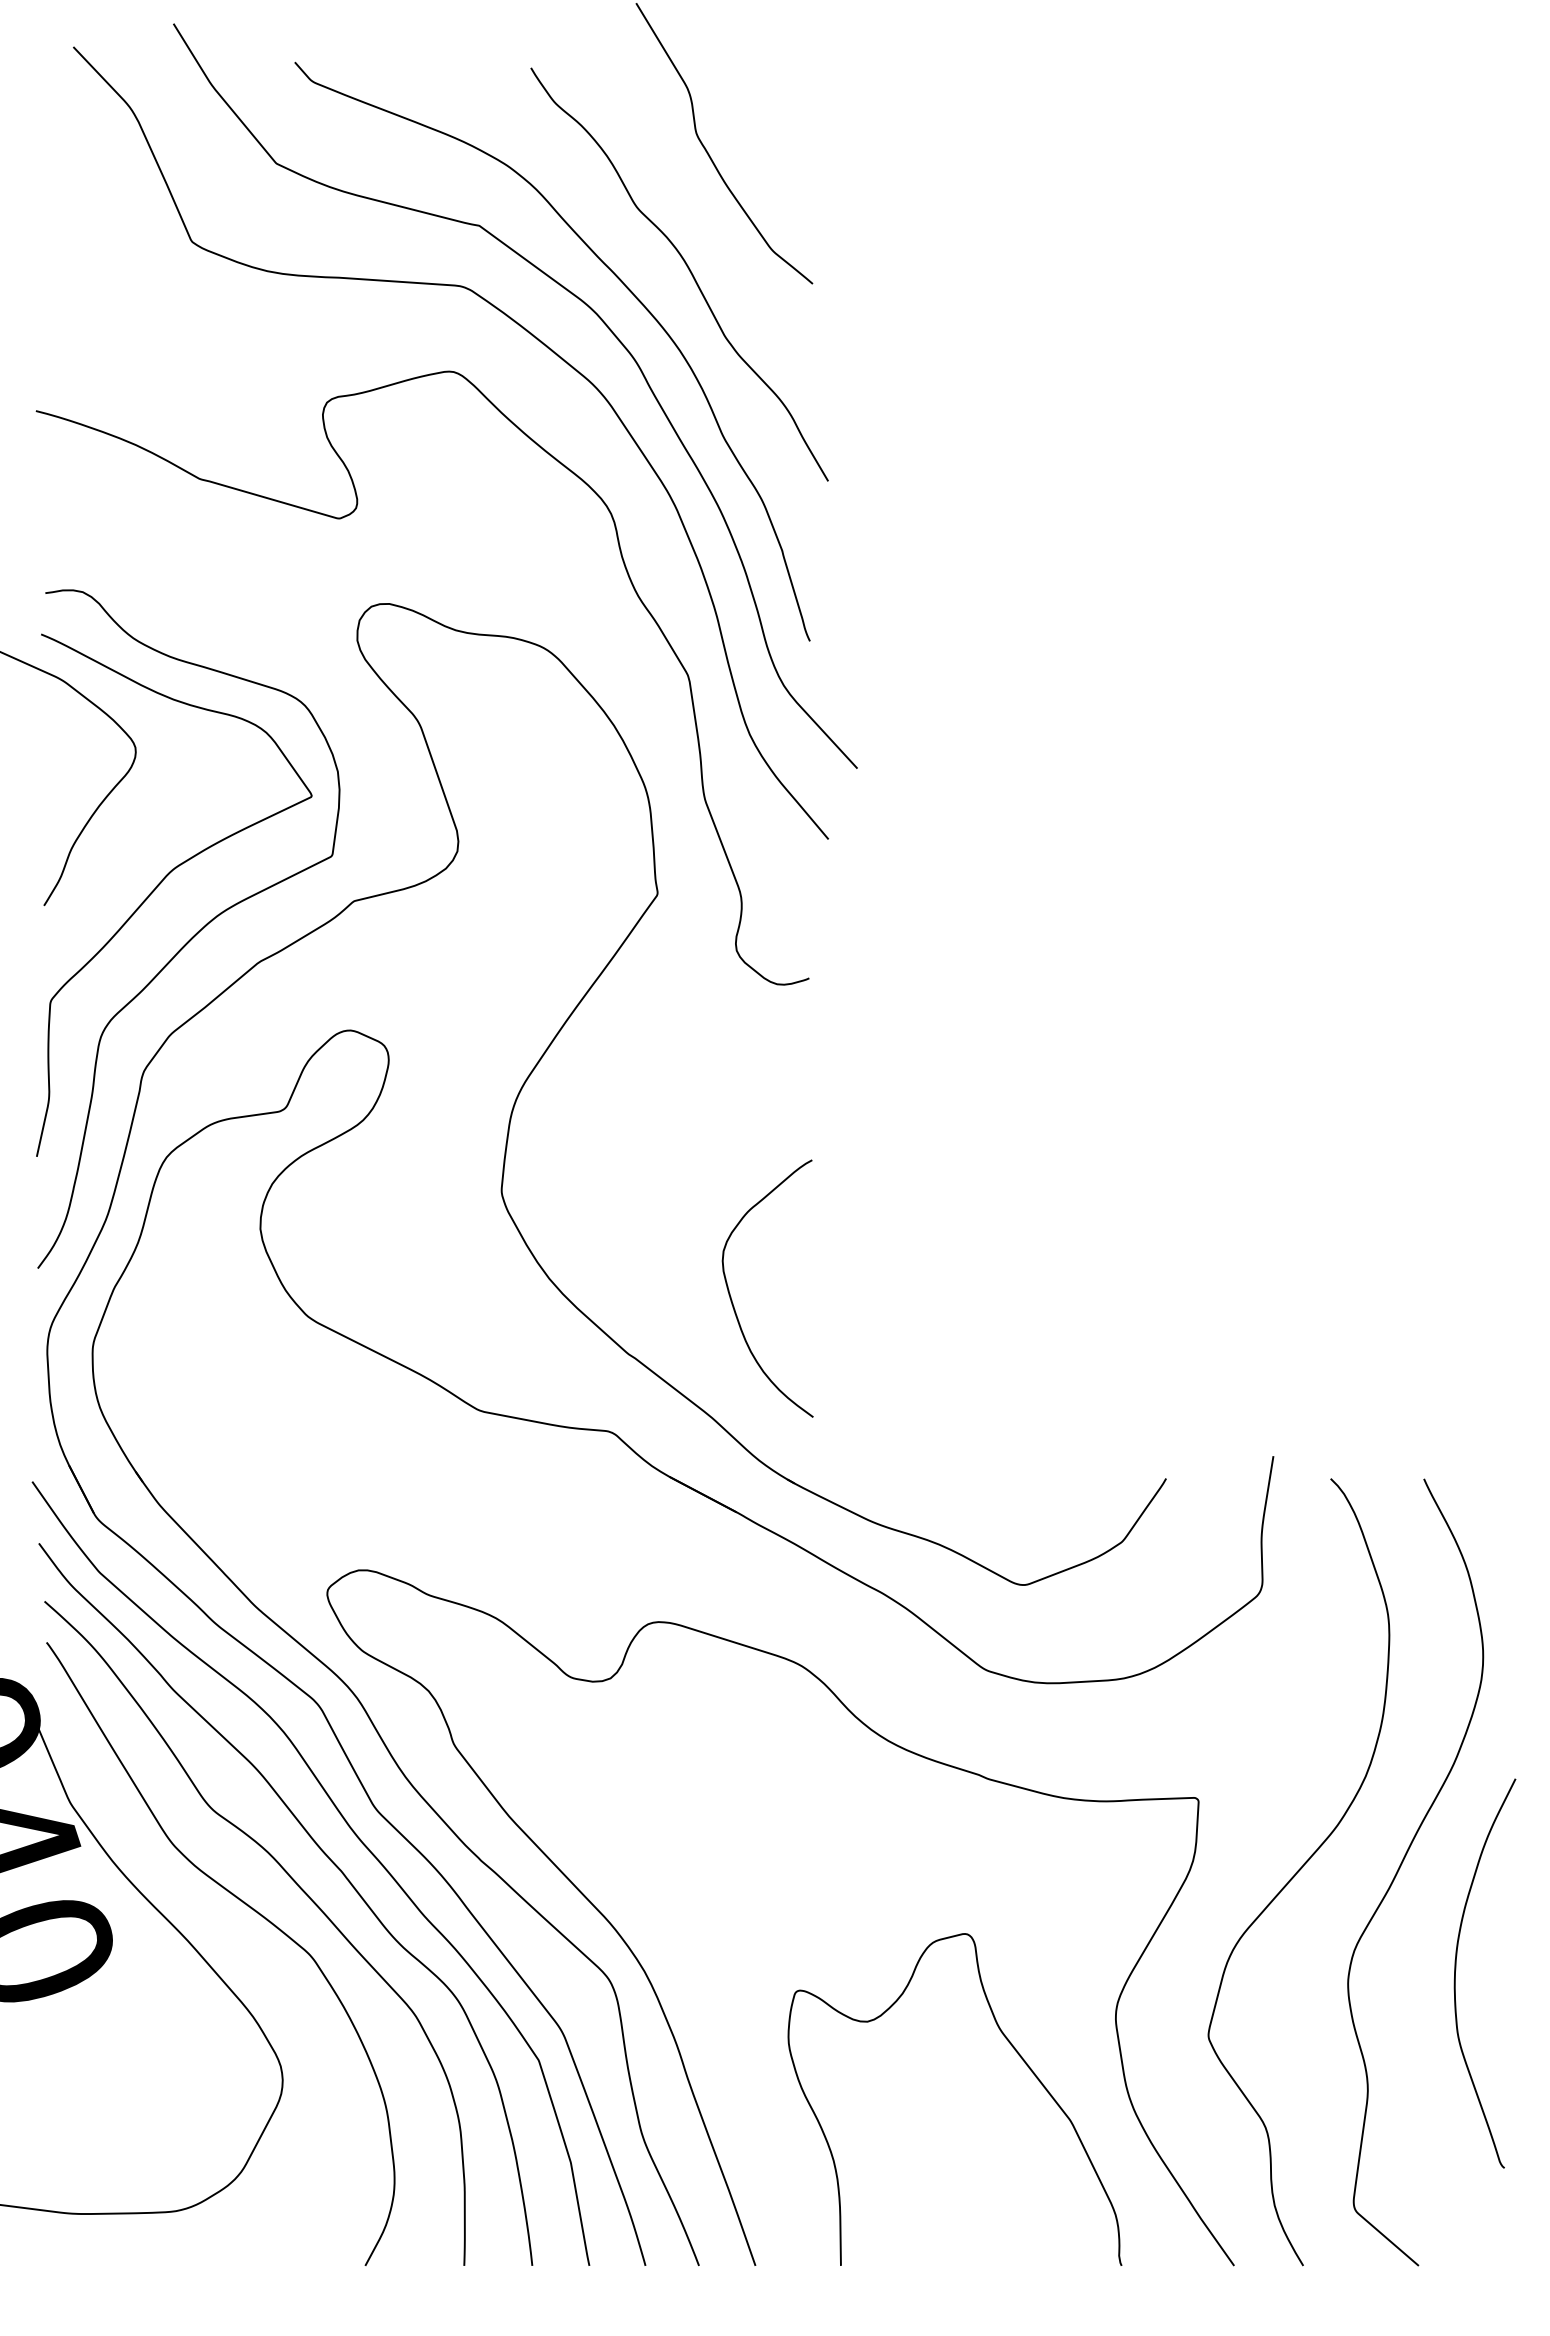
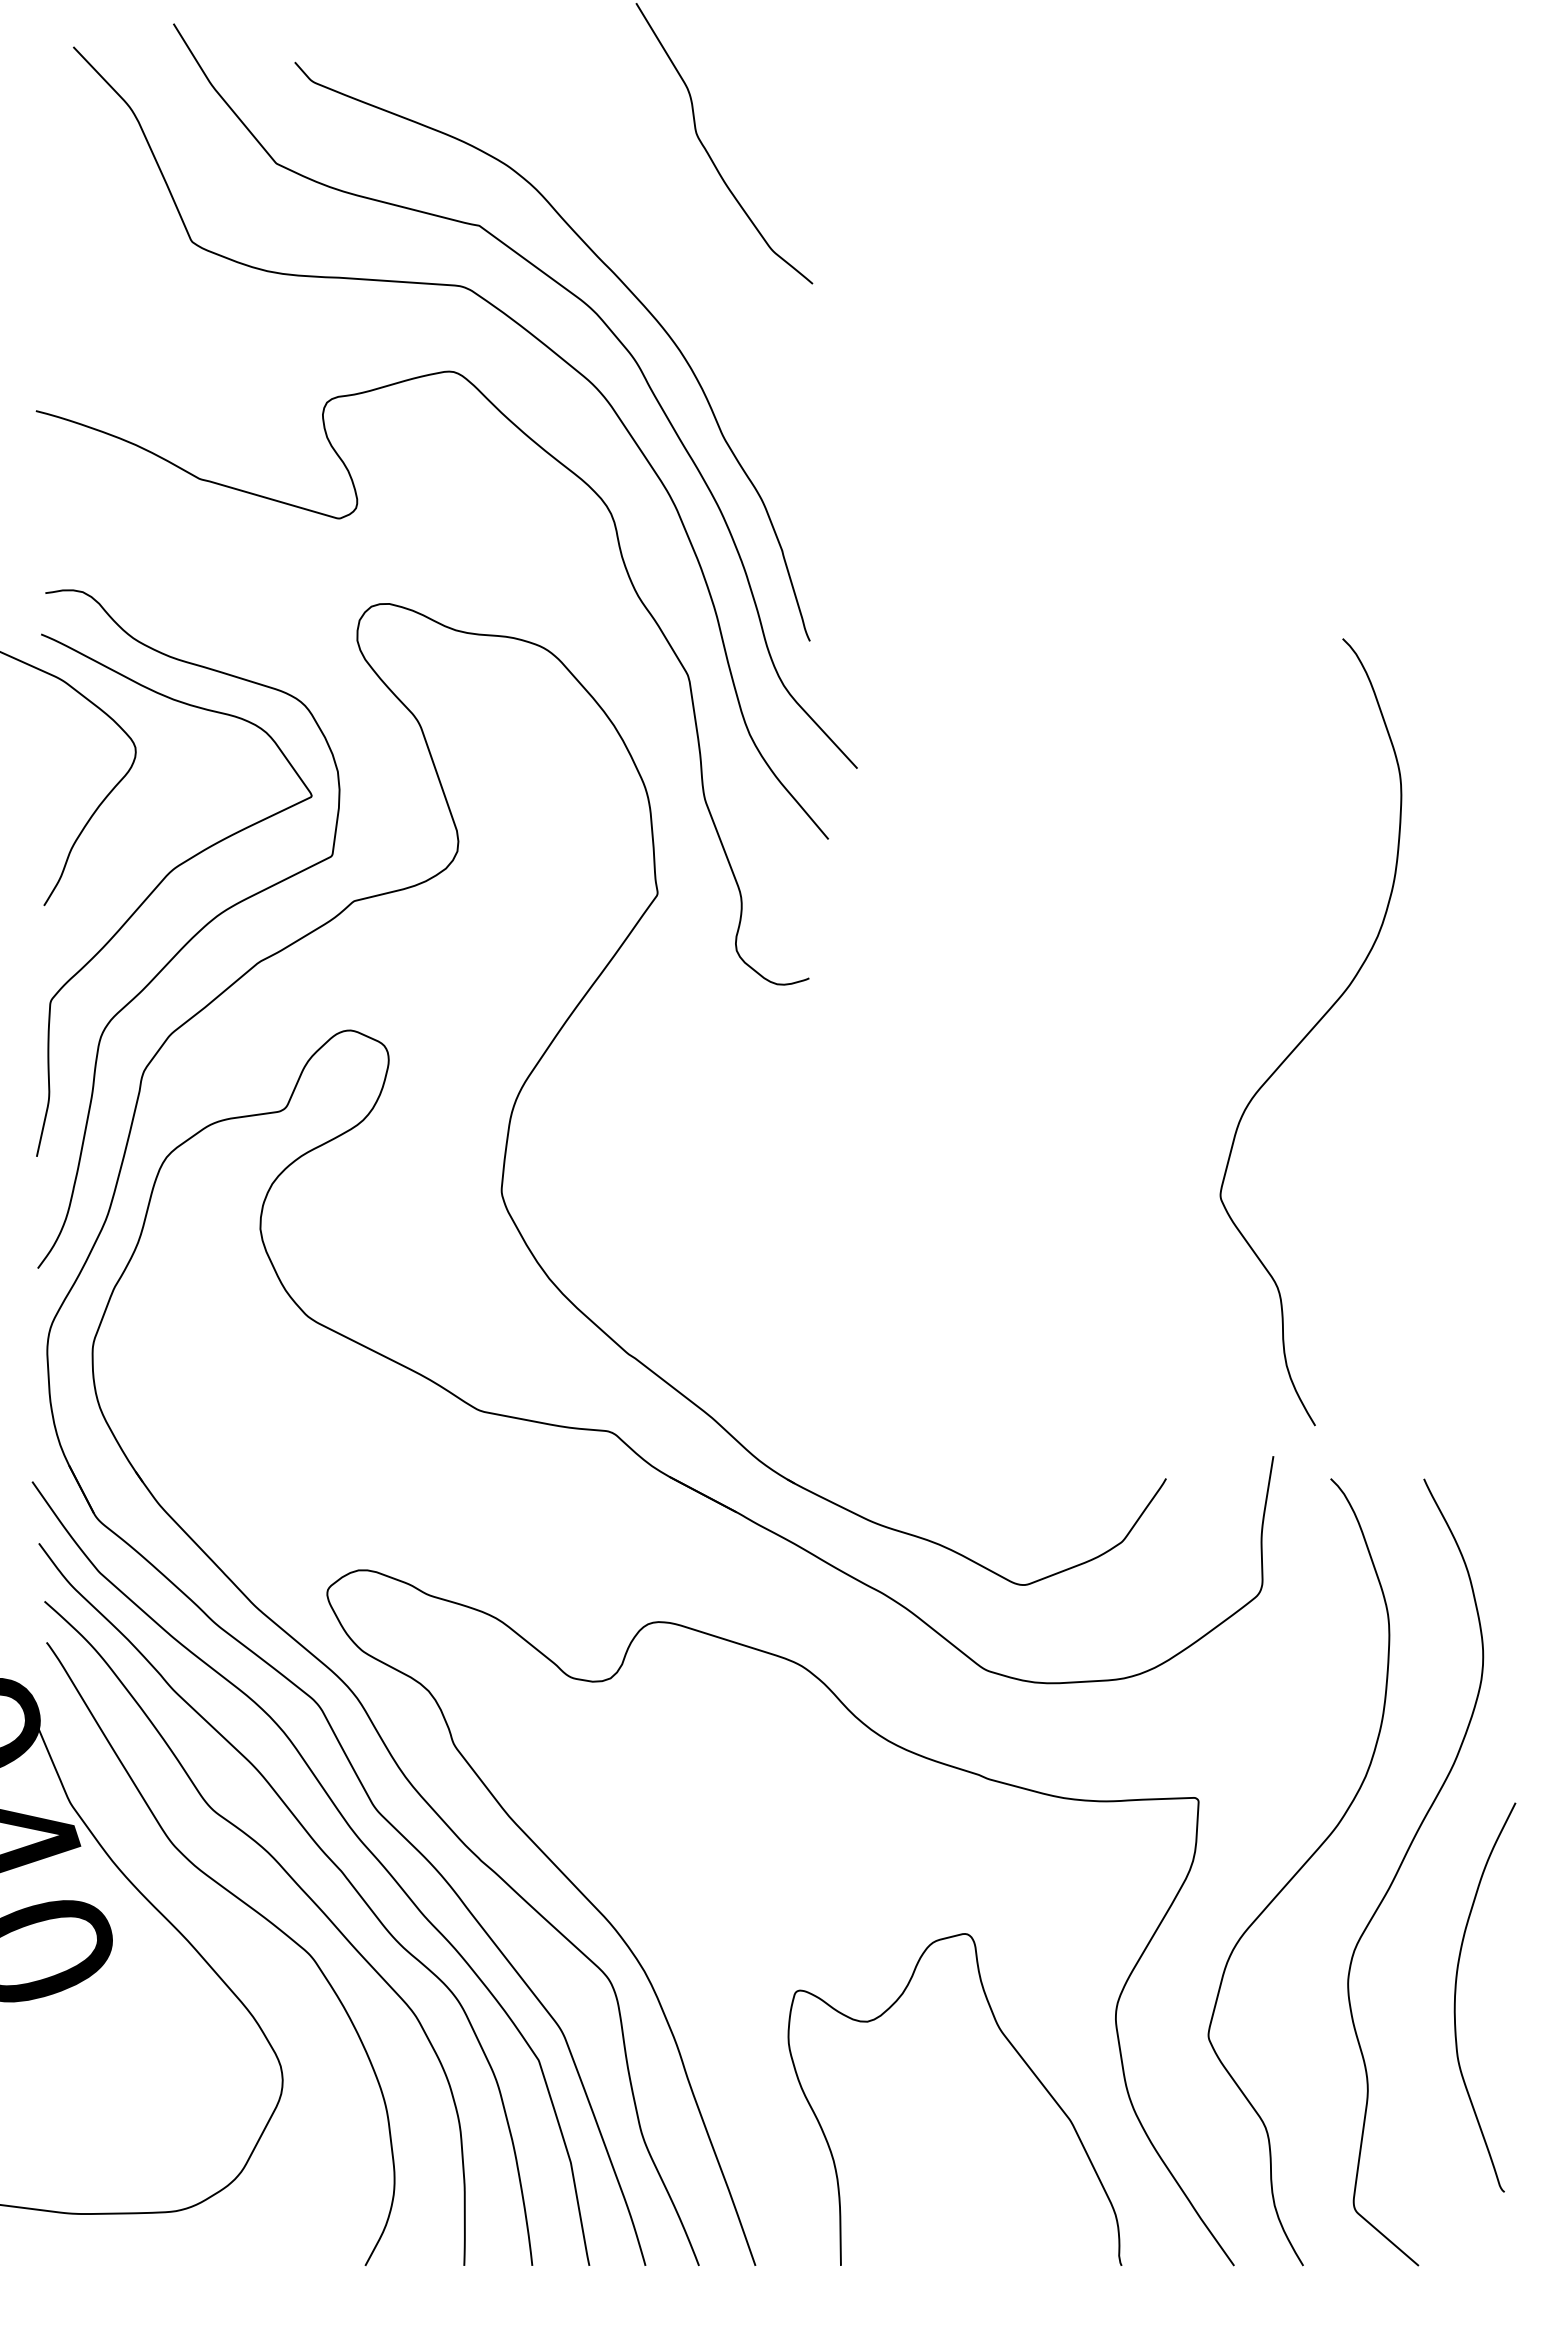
curve at (687, 268): present -> none
curve at (1310, 1032): none -> present
curve at (731, 1296): present -> none
curve at (1456, 1969) position: (1456, 1969) -> (1456, 1993)
